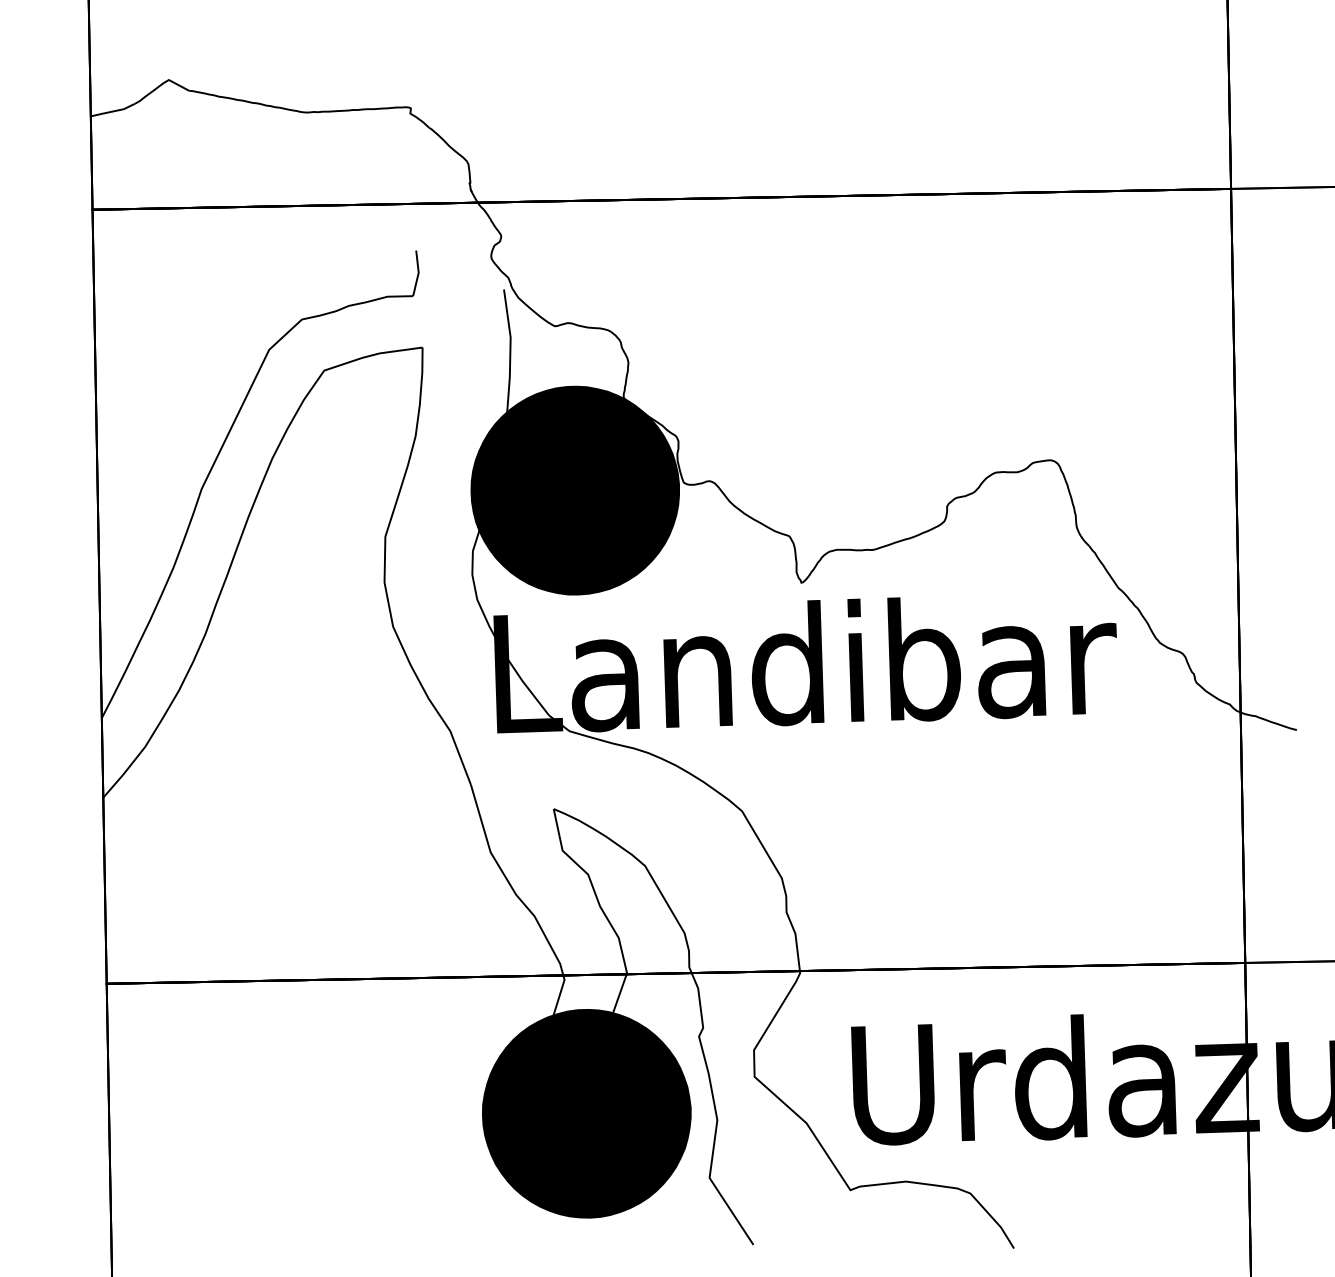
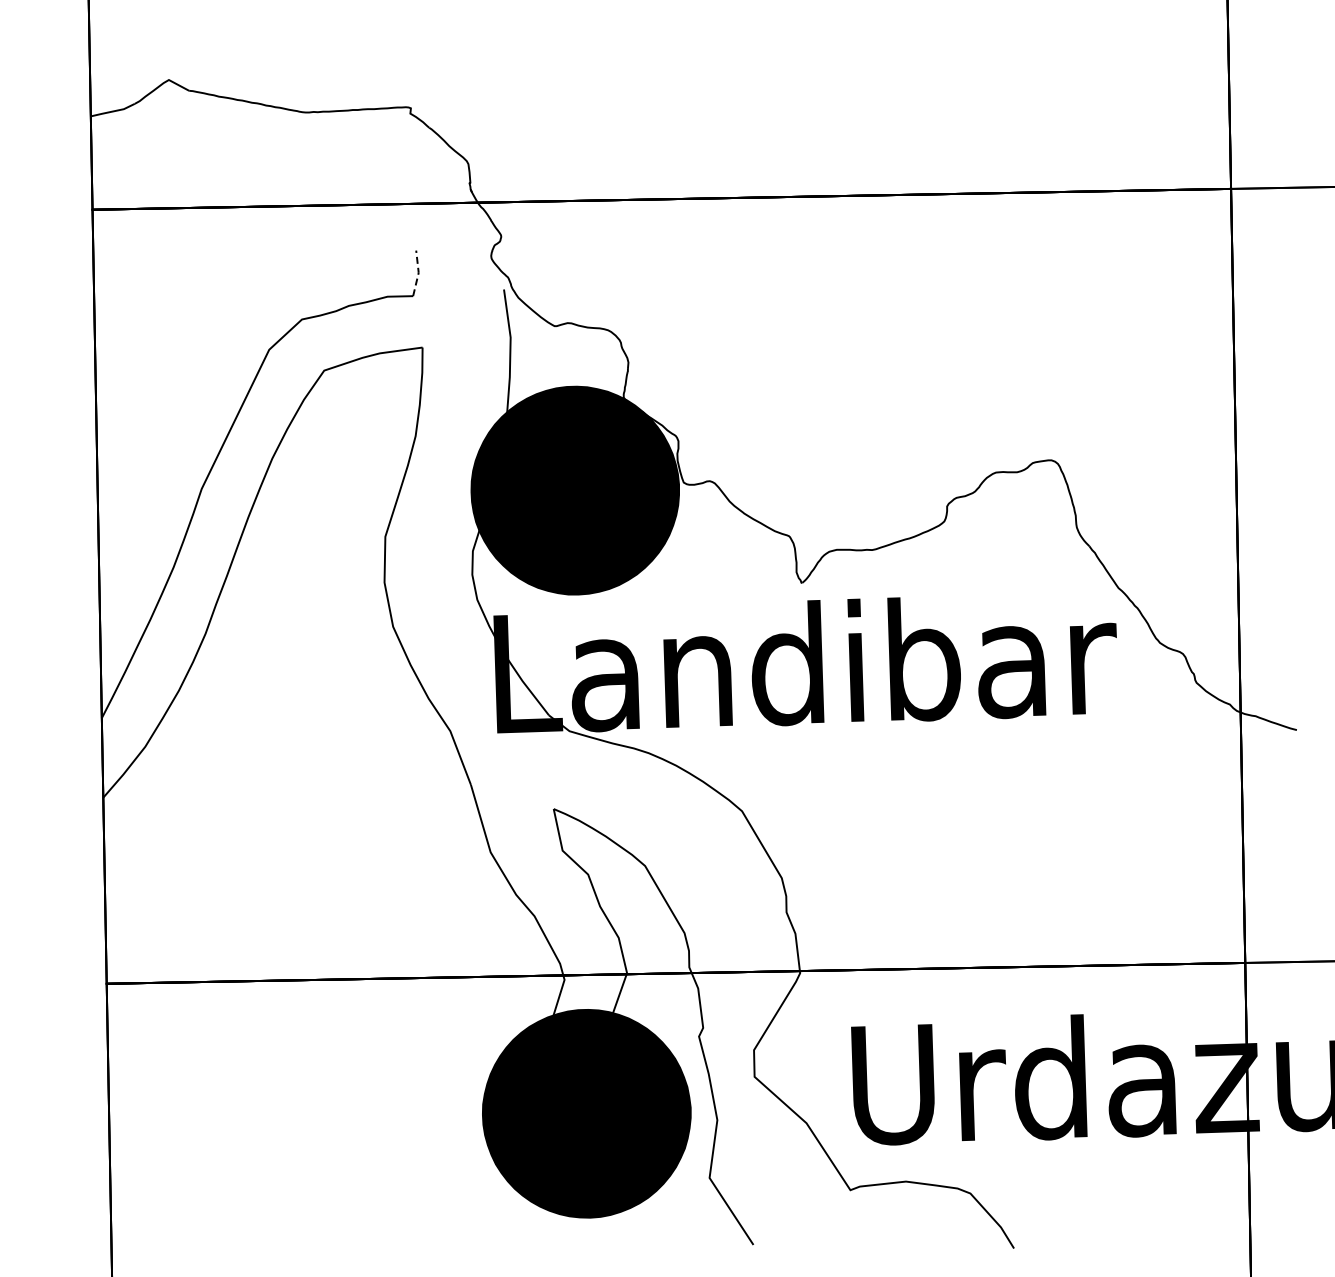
line at (418, 272): solid -> dashed
